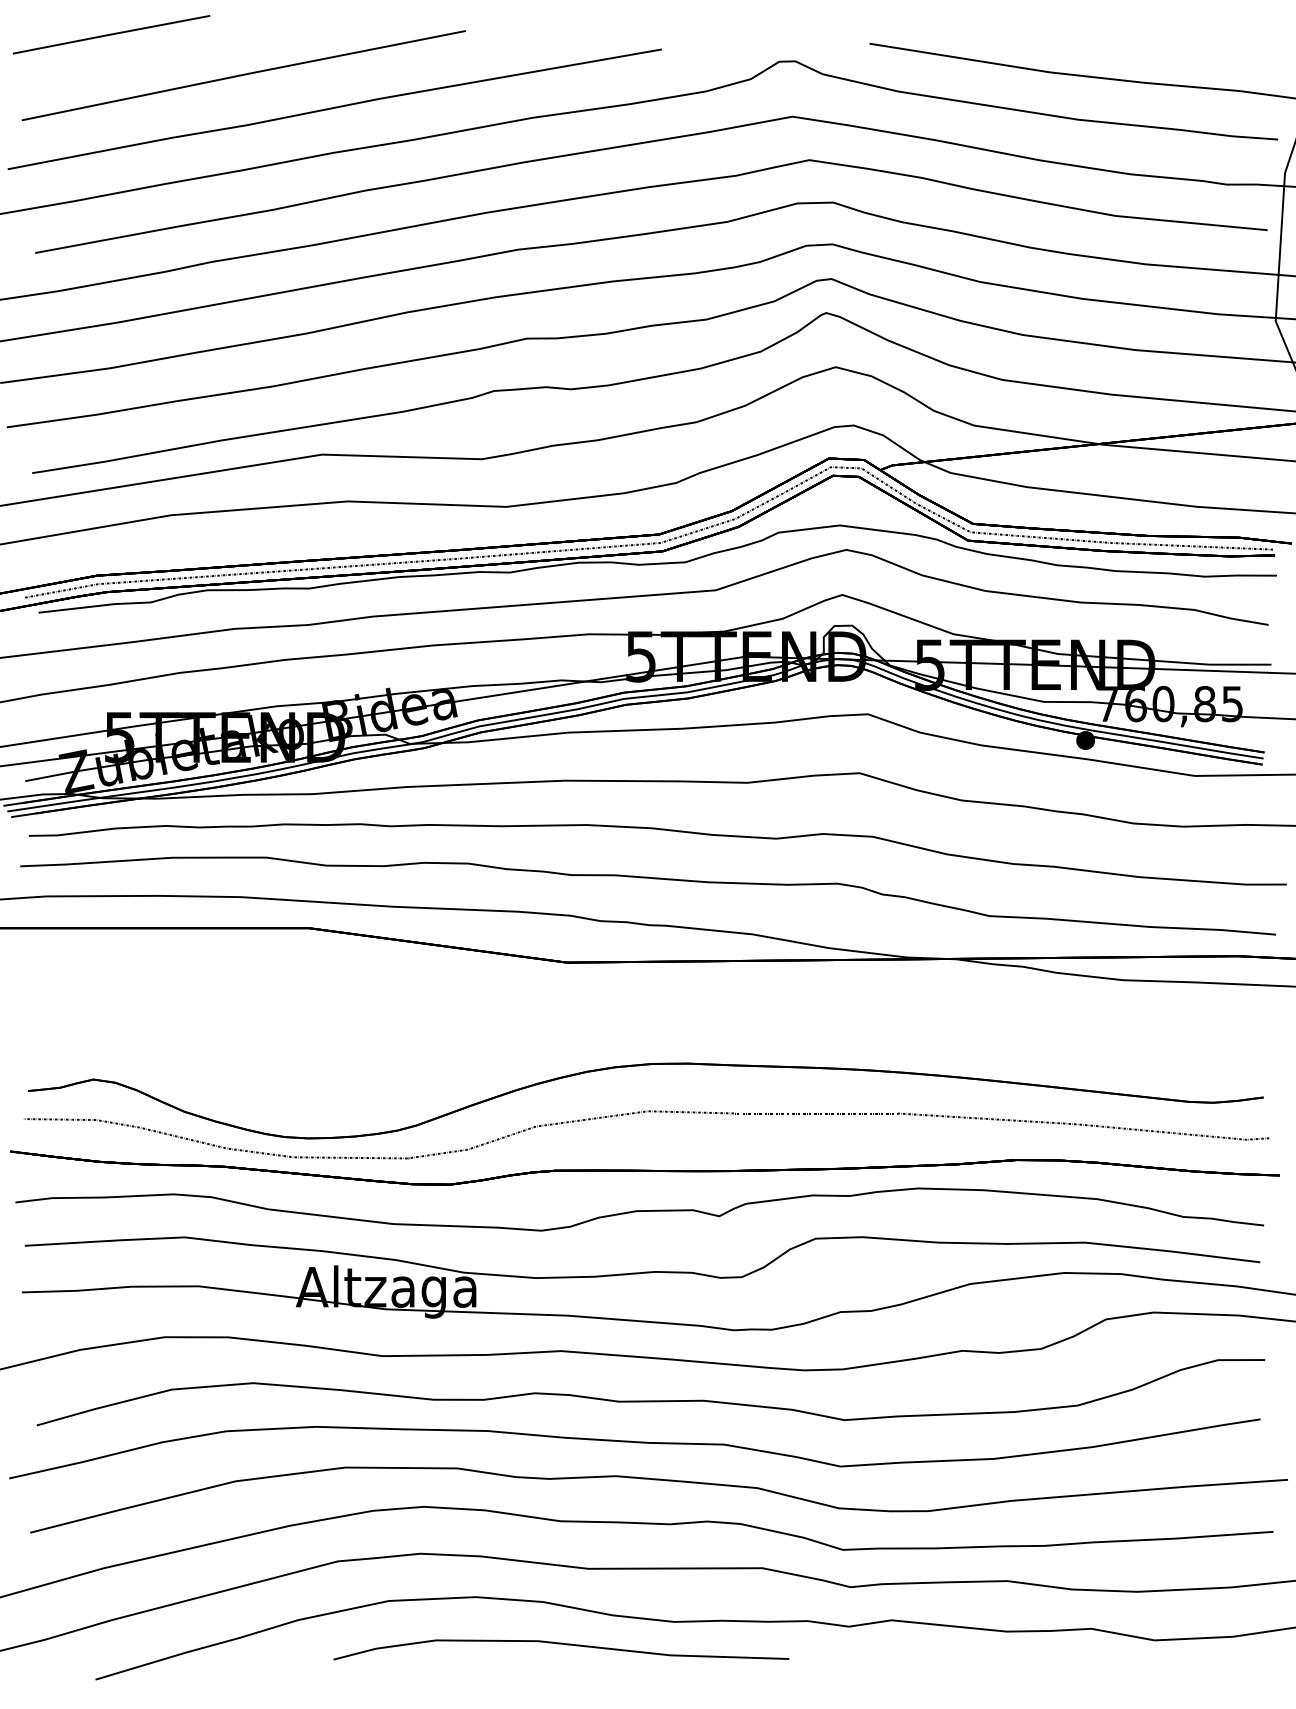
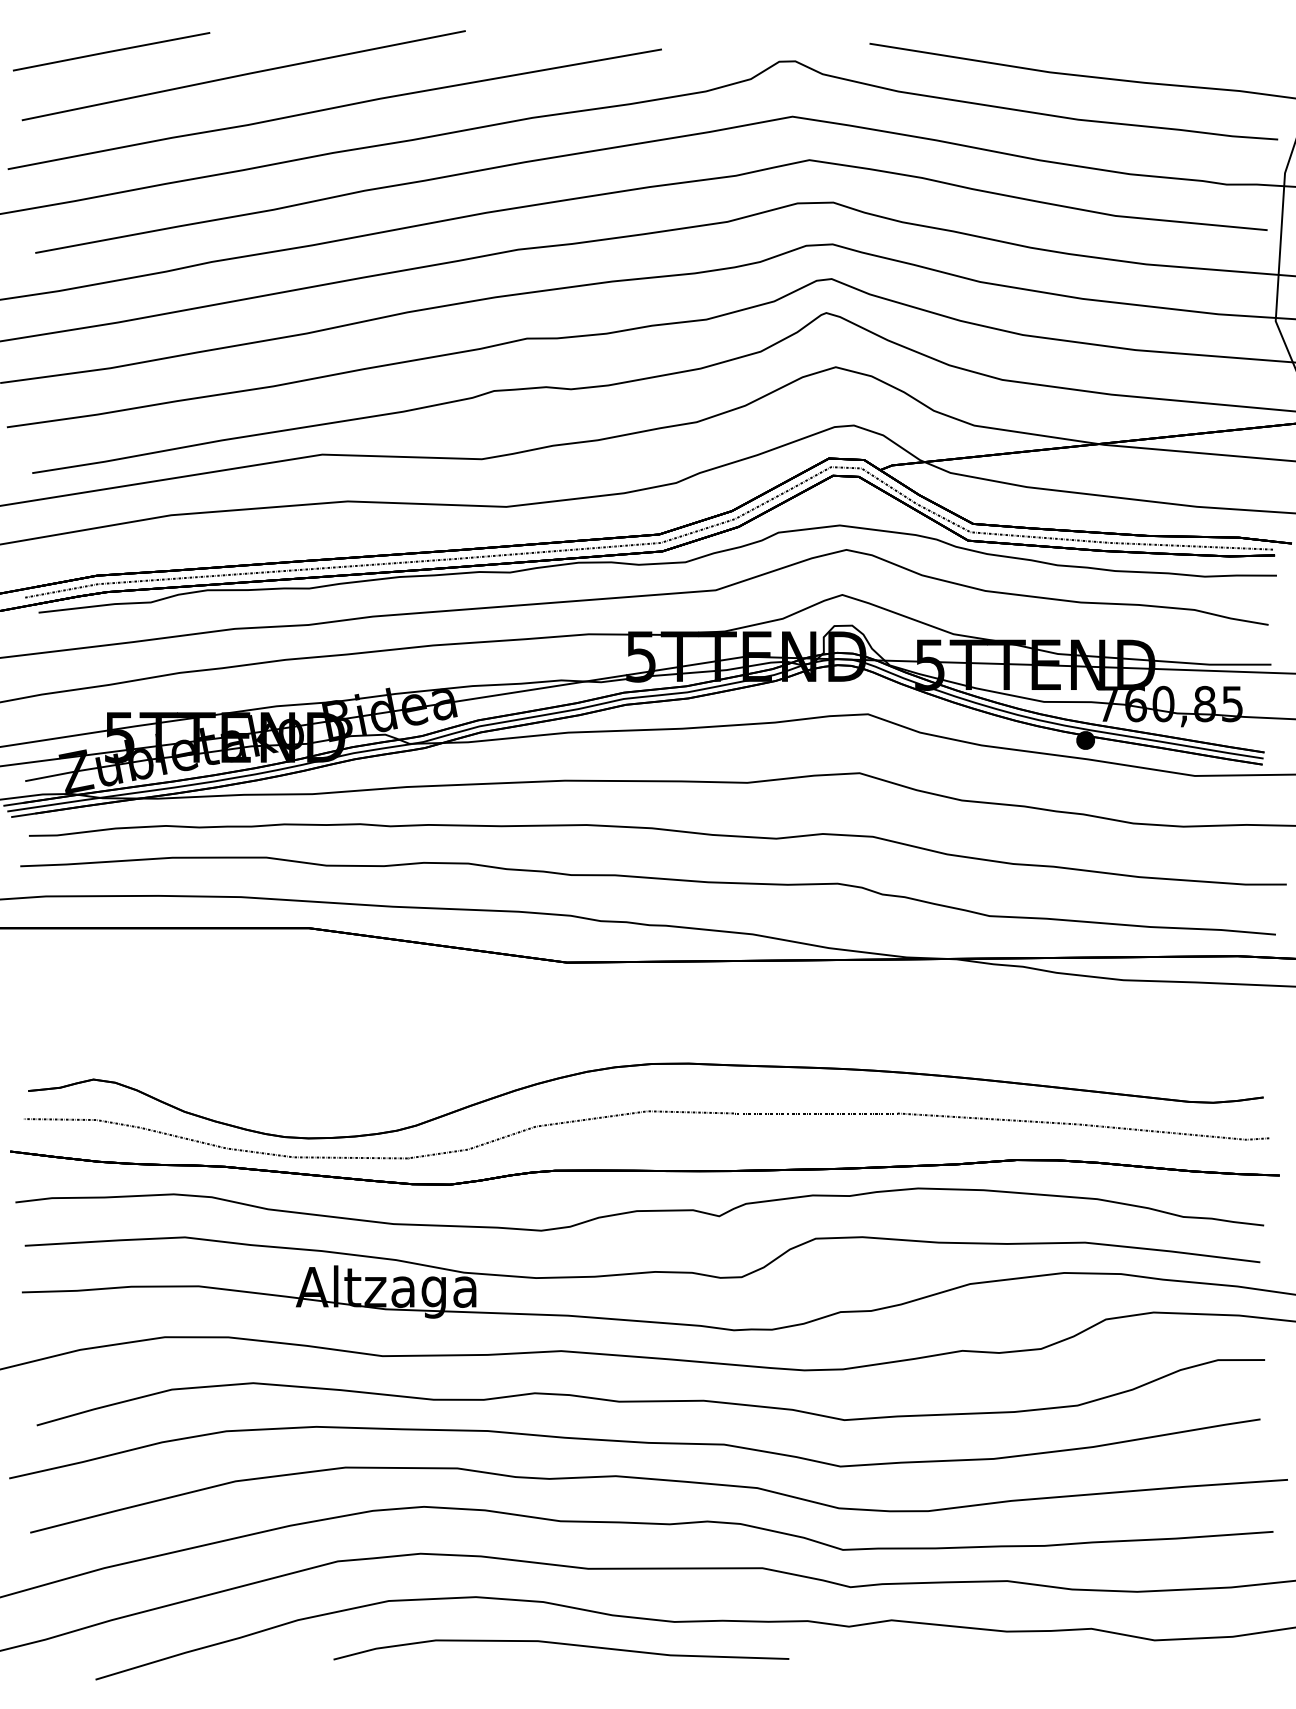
line at (111, 34) position: (111, 34) -> (111, 51)
